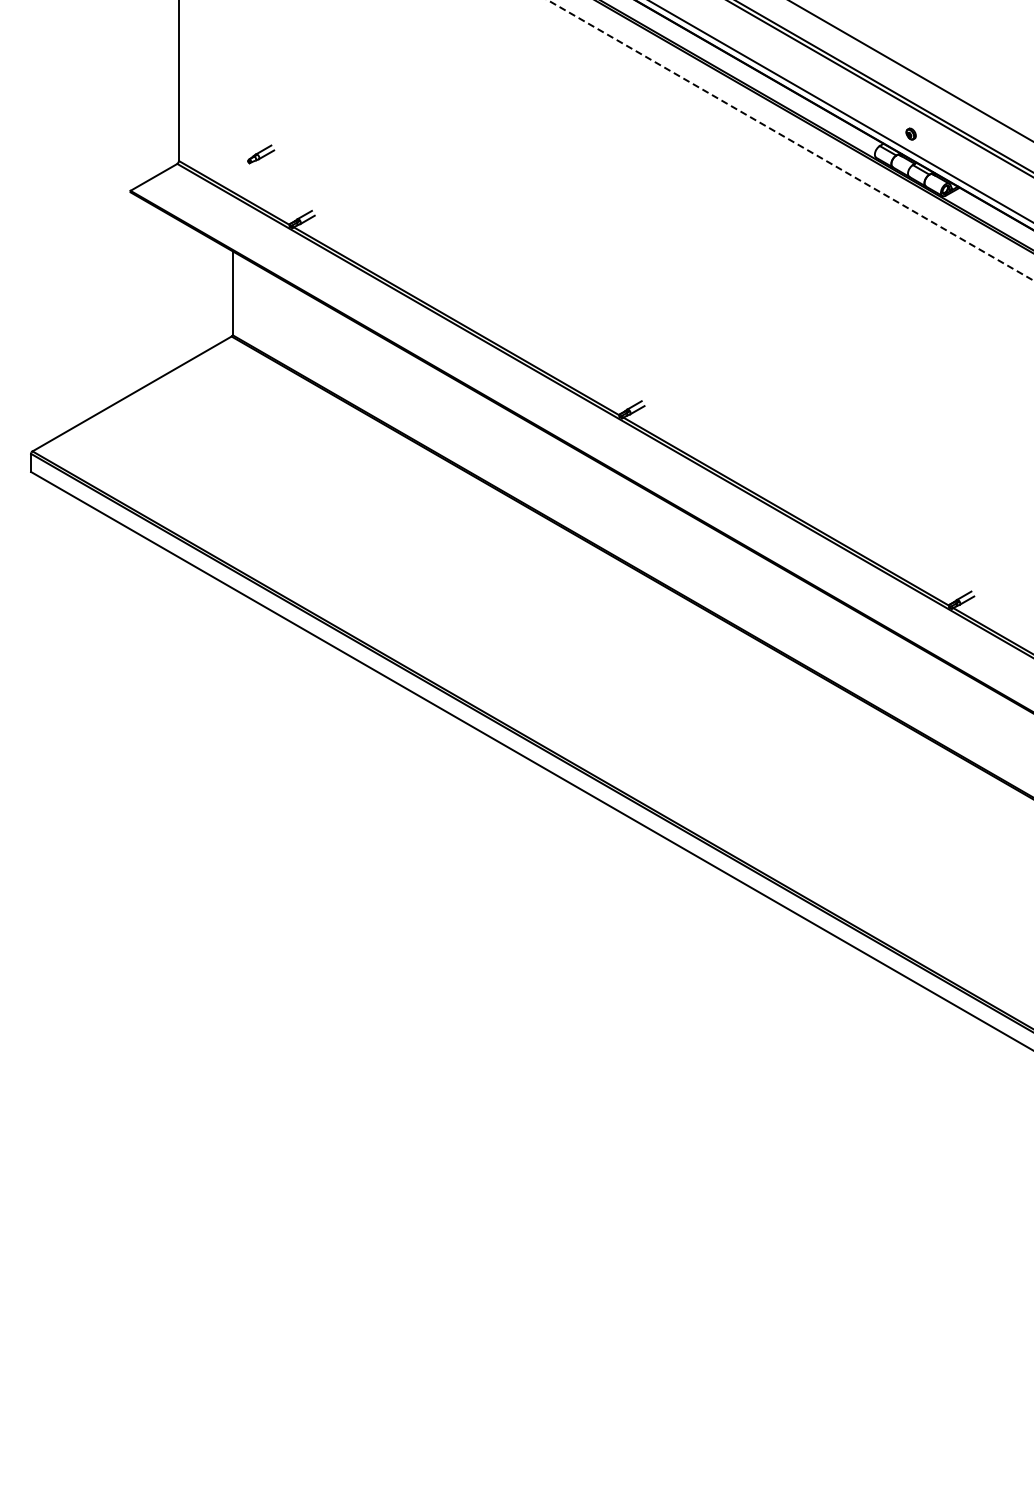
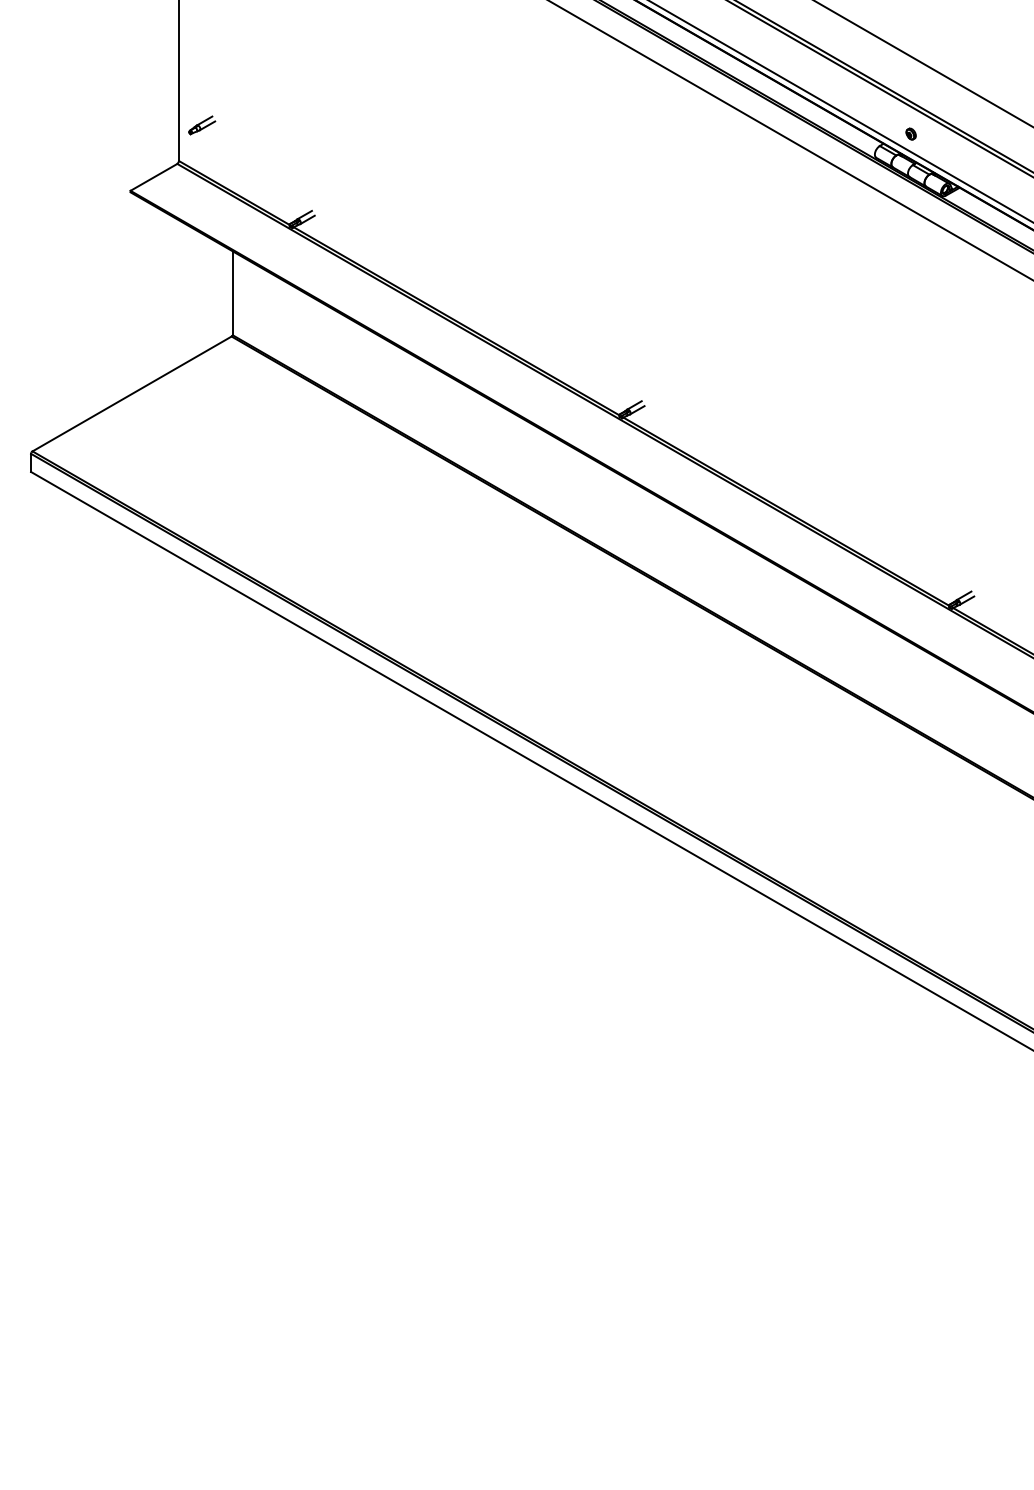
line at (910, 71) position: (910, 71) -> (923, 63)
line at (790, 140): dashed -> solid
part at (261, 154) position: (261, 154) -> (202, 125)
